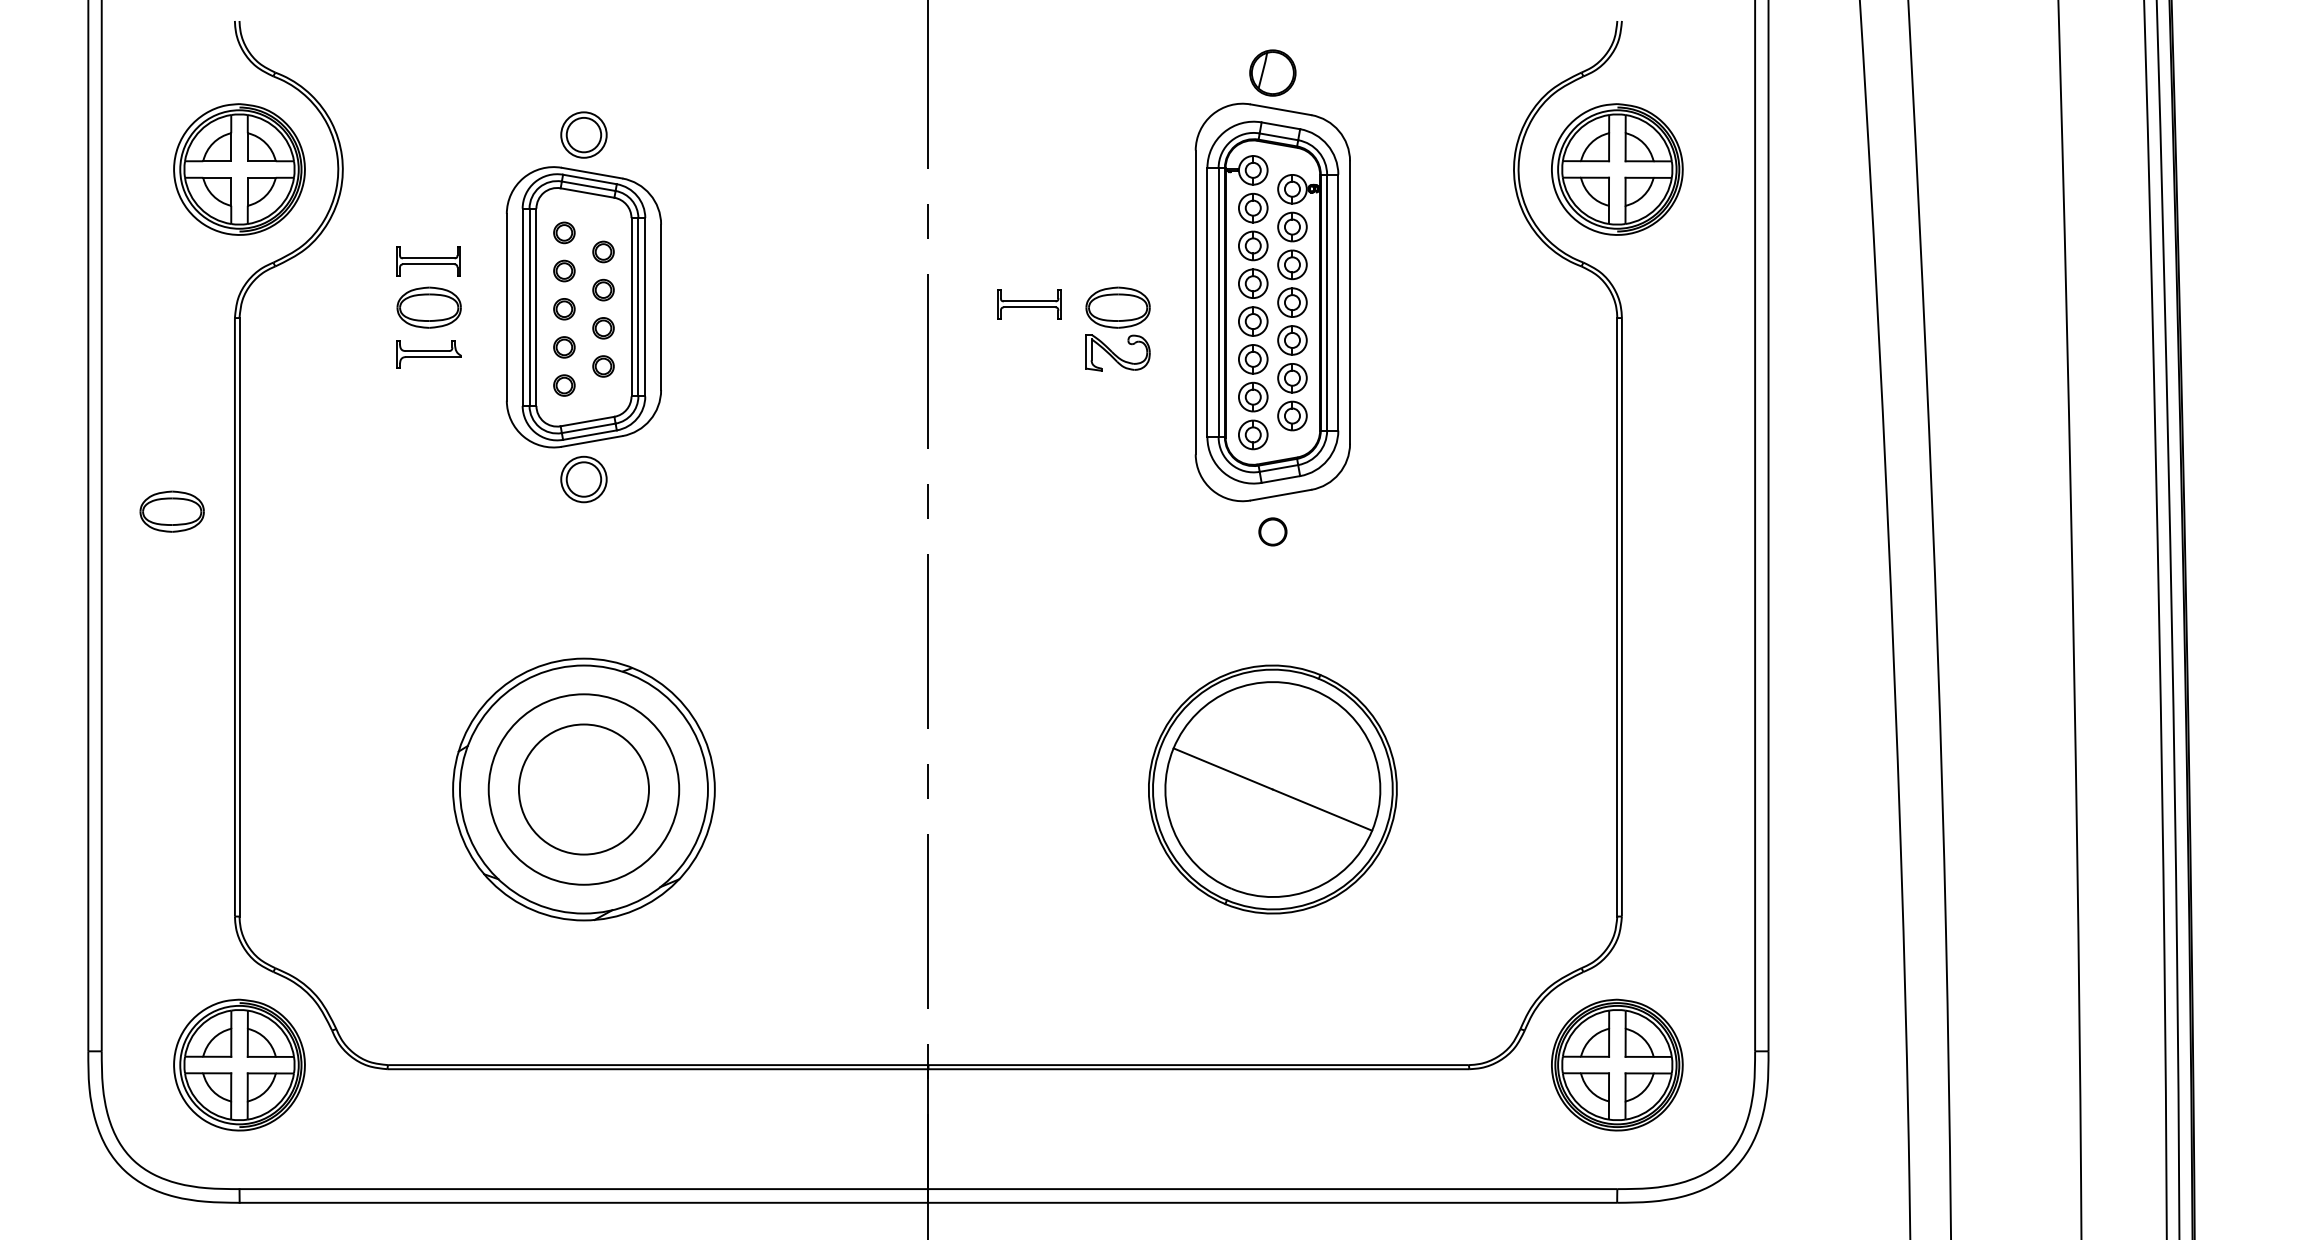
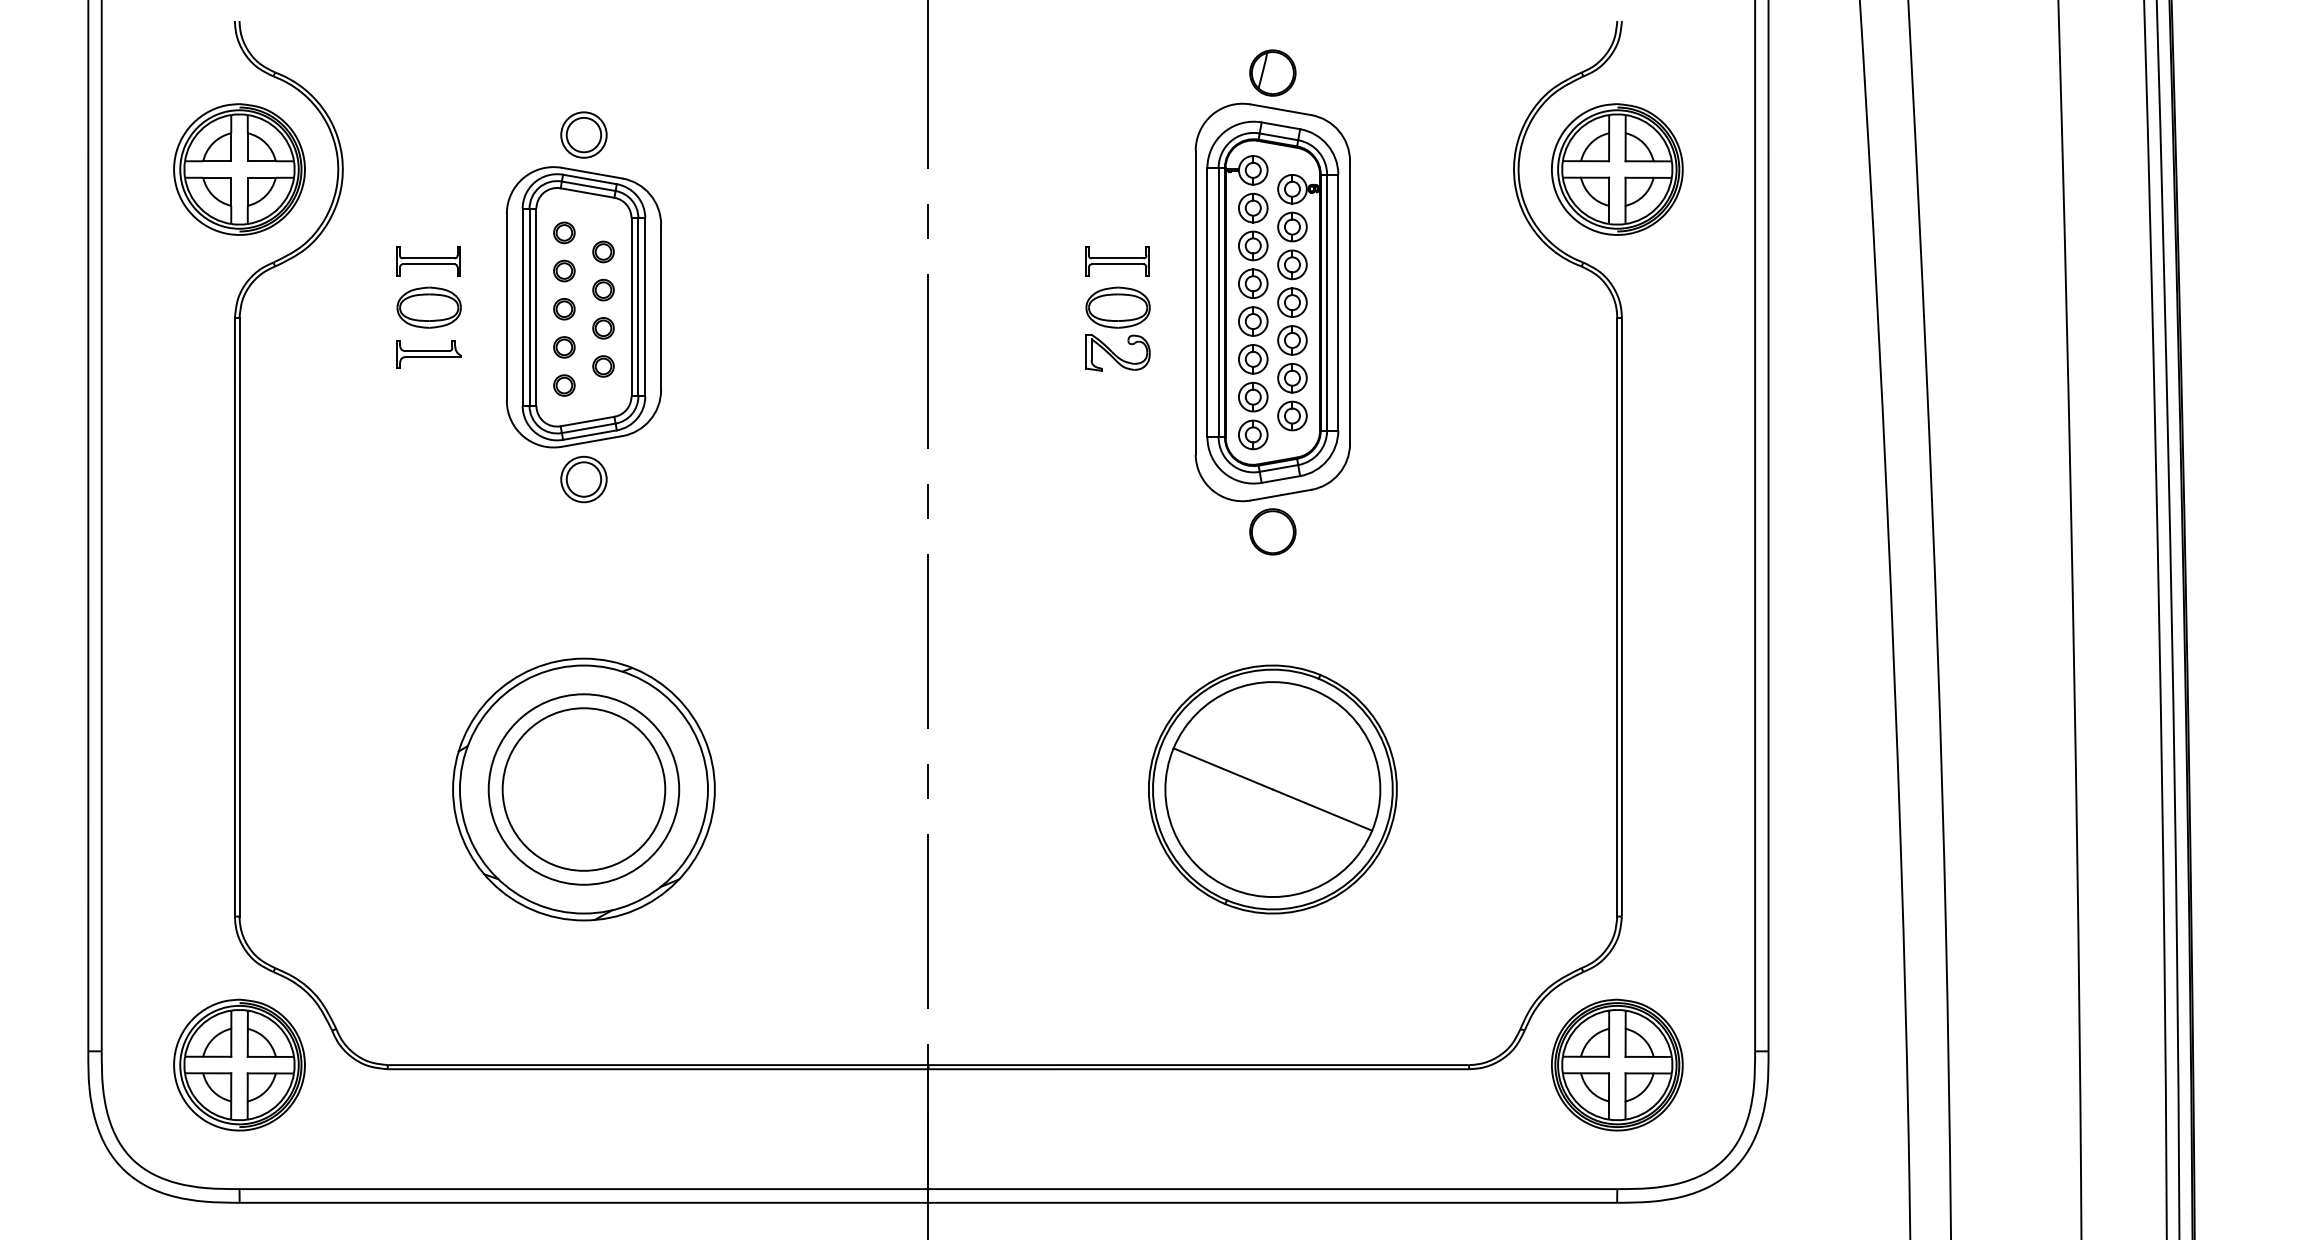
part at (1029, 304) position: (1029, 304) -> (1117, 261)
part at (171, 511): present -> none
part at (1272, 531) size: 30x30 px -> 48x48 px
circle at (583, 789) diameter: 130 px -> 163 px
